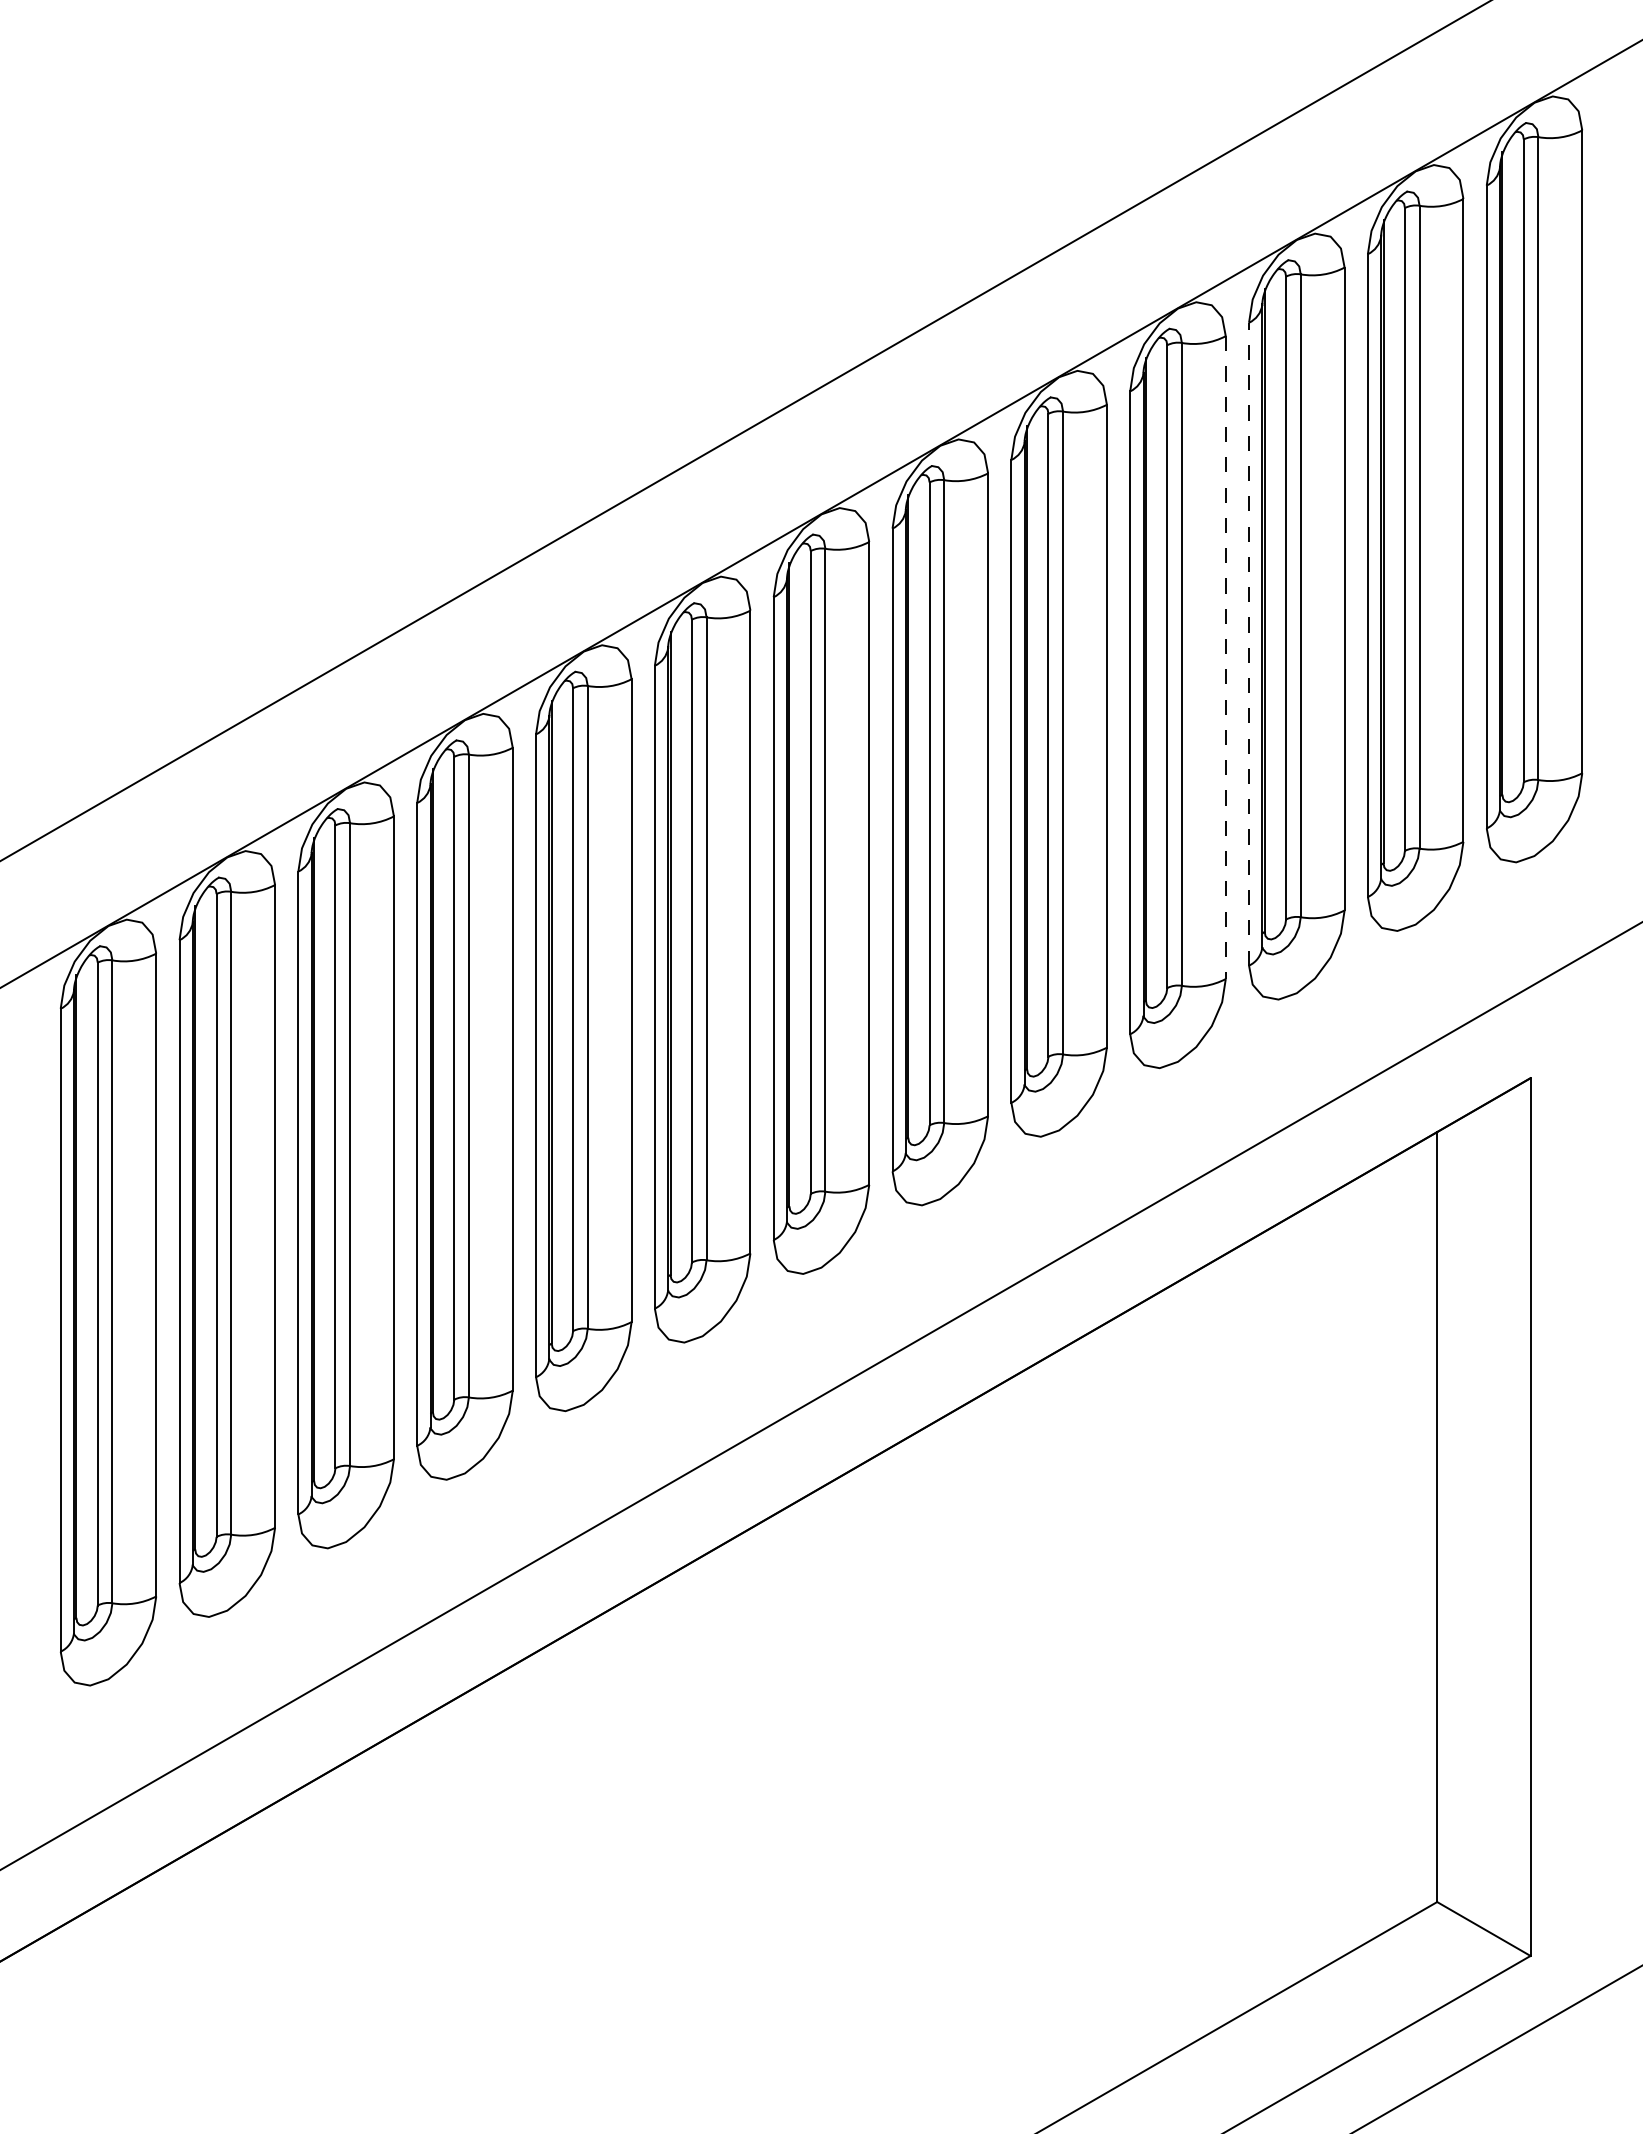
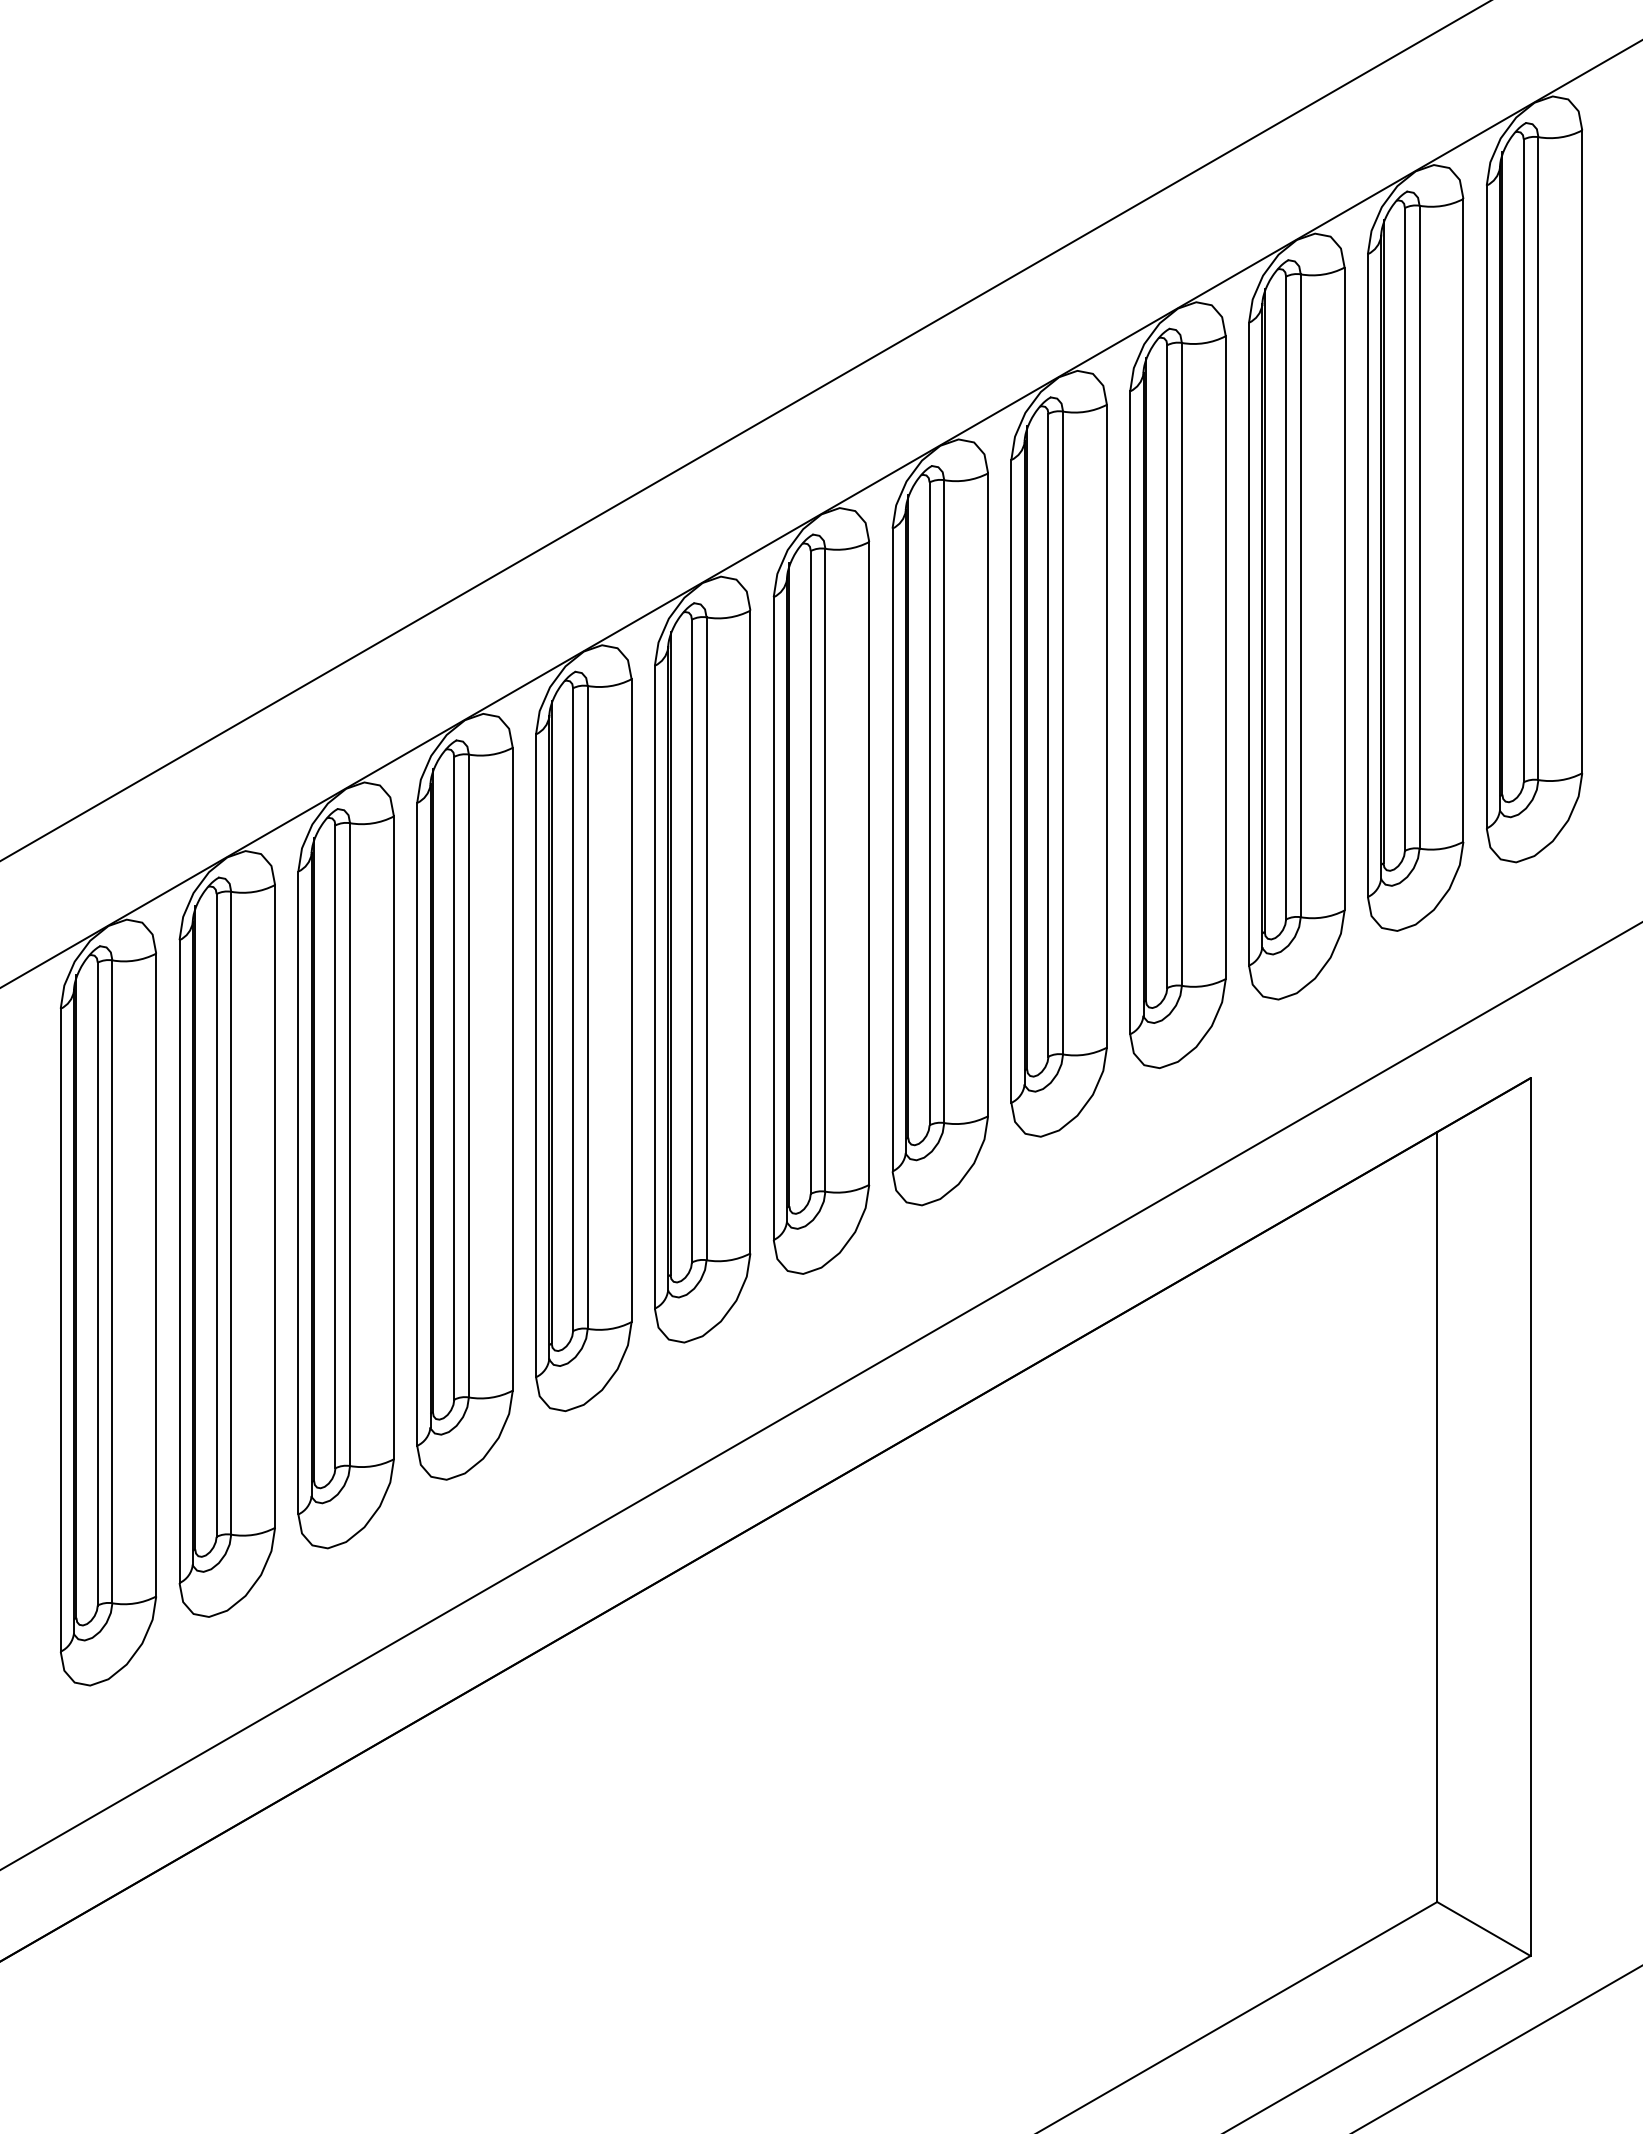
line at (1249, 643): dashed -> solid
line at (1225, 658): dashed -> solid
